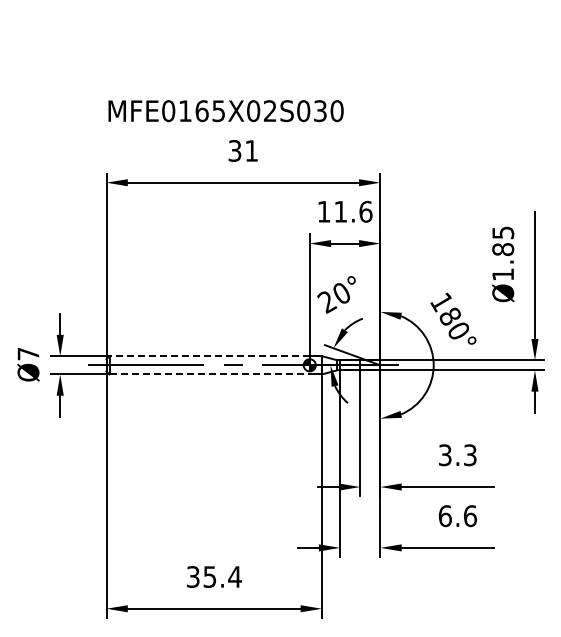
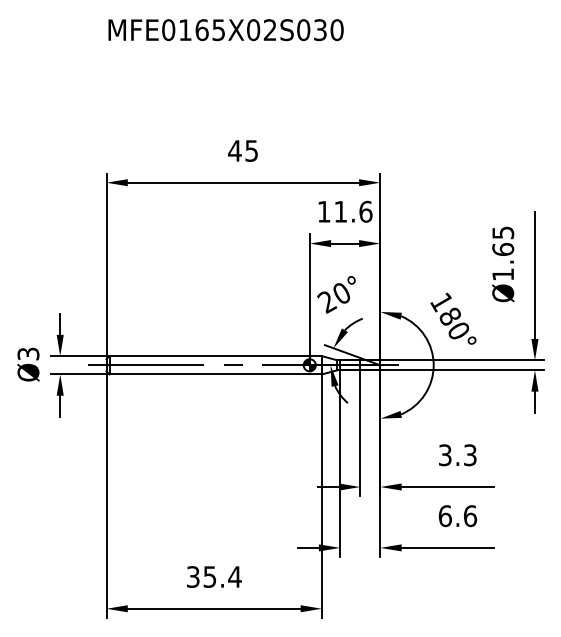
text at (225, 111) position: (225, 111) -> (225, 30)
text at (242, 150): 31 -> 45
text at (502, 249): Ø1.85 -> Ø1.65
text at (28, 353): Ø7 -> Ø3
line at (209, 356): dashed -> solid
line at (210, 374): dashed -> solid
